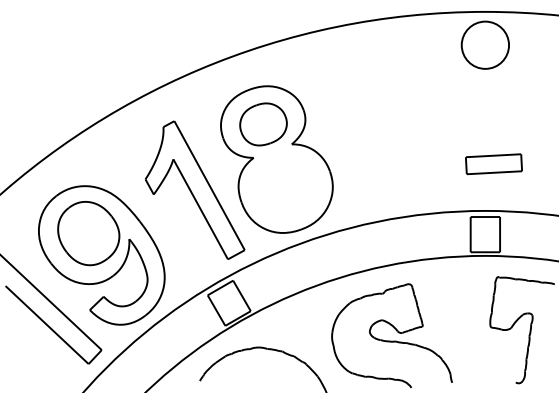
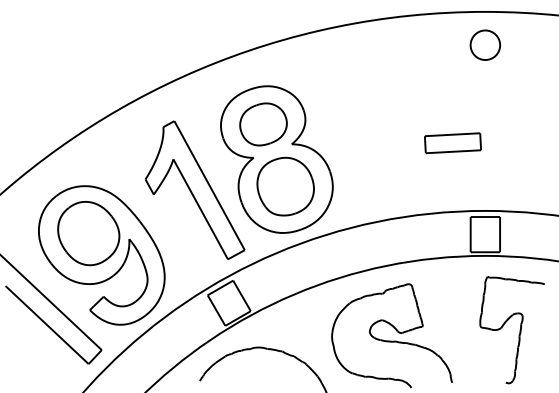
circle at (485, 44) diameter: 47 px -> 30 px
part at (493, 164) position: (493, 164) -> (452, 143)
part at (285, 186): none -> present
part at (529, 330) position: (529, 330) -> (519, 330)
